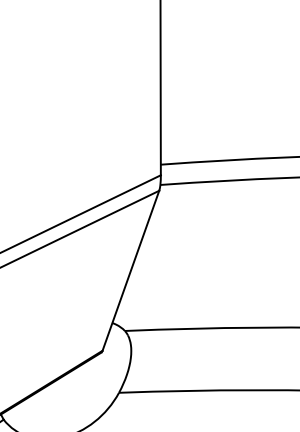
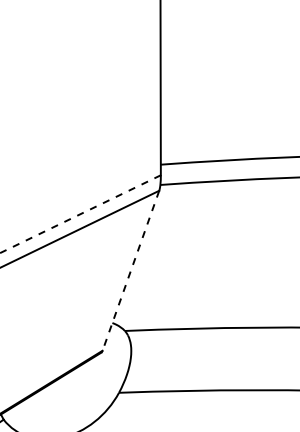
line at (80, 214): solid -> dashed
line at (130, 270): solid -> dashed
